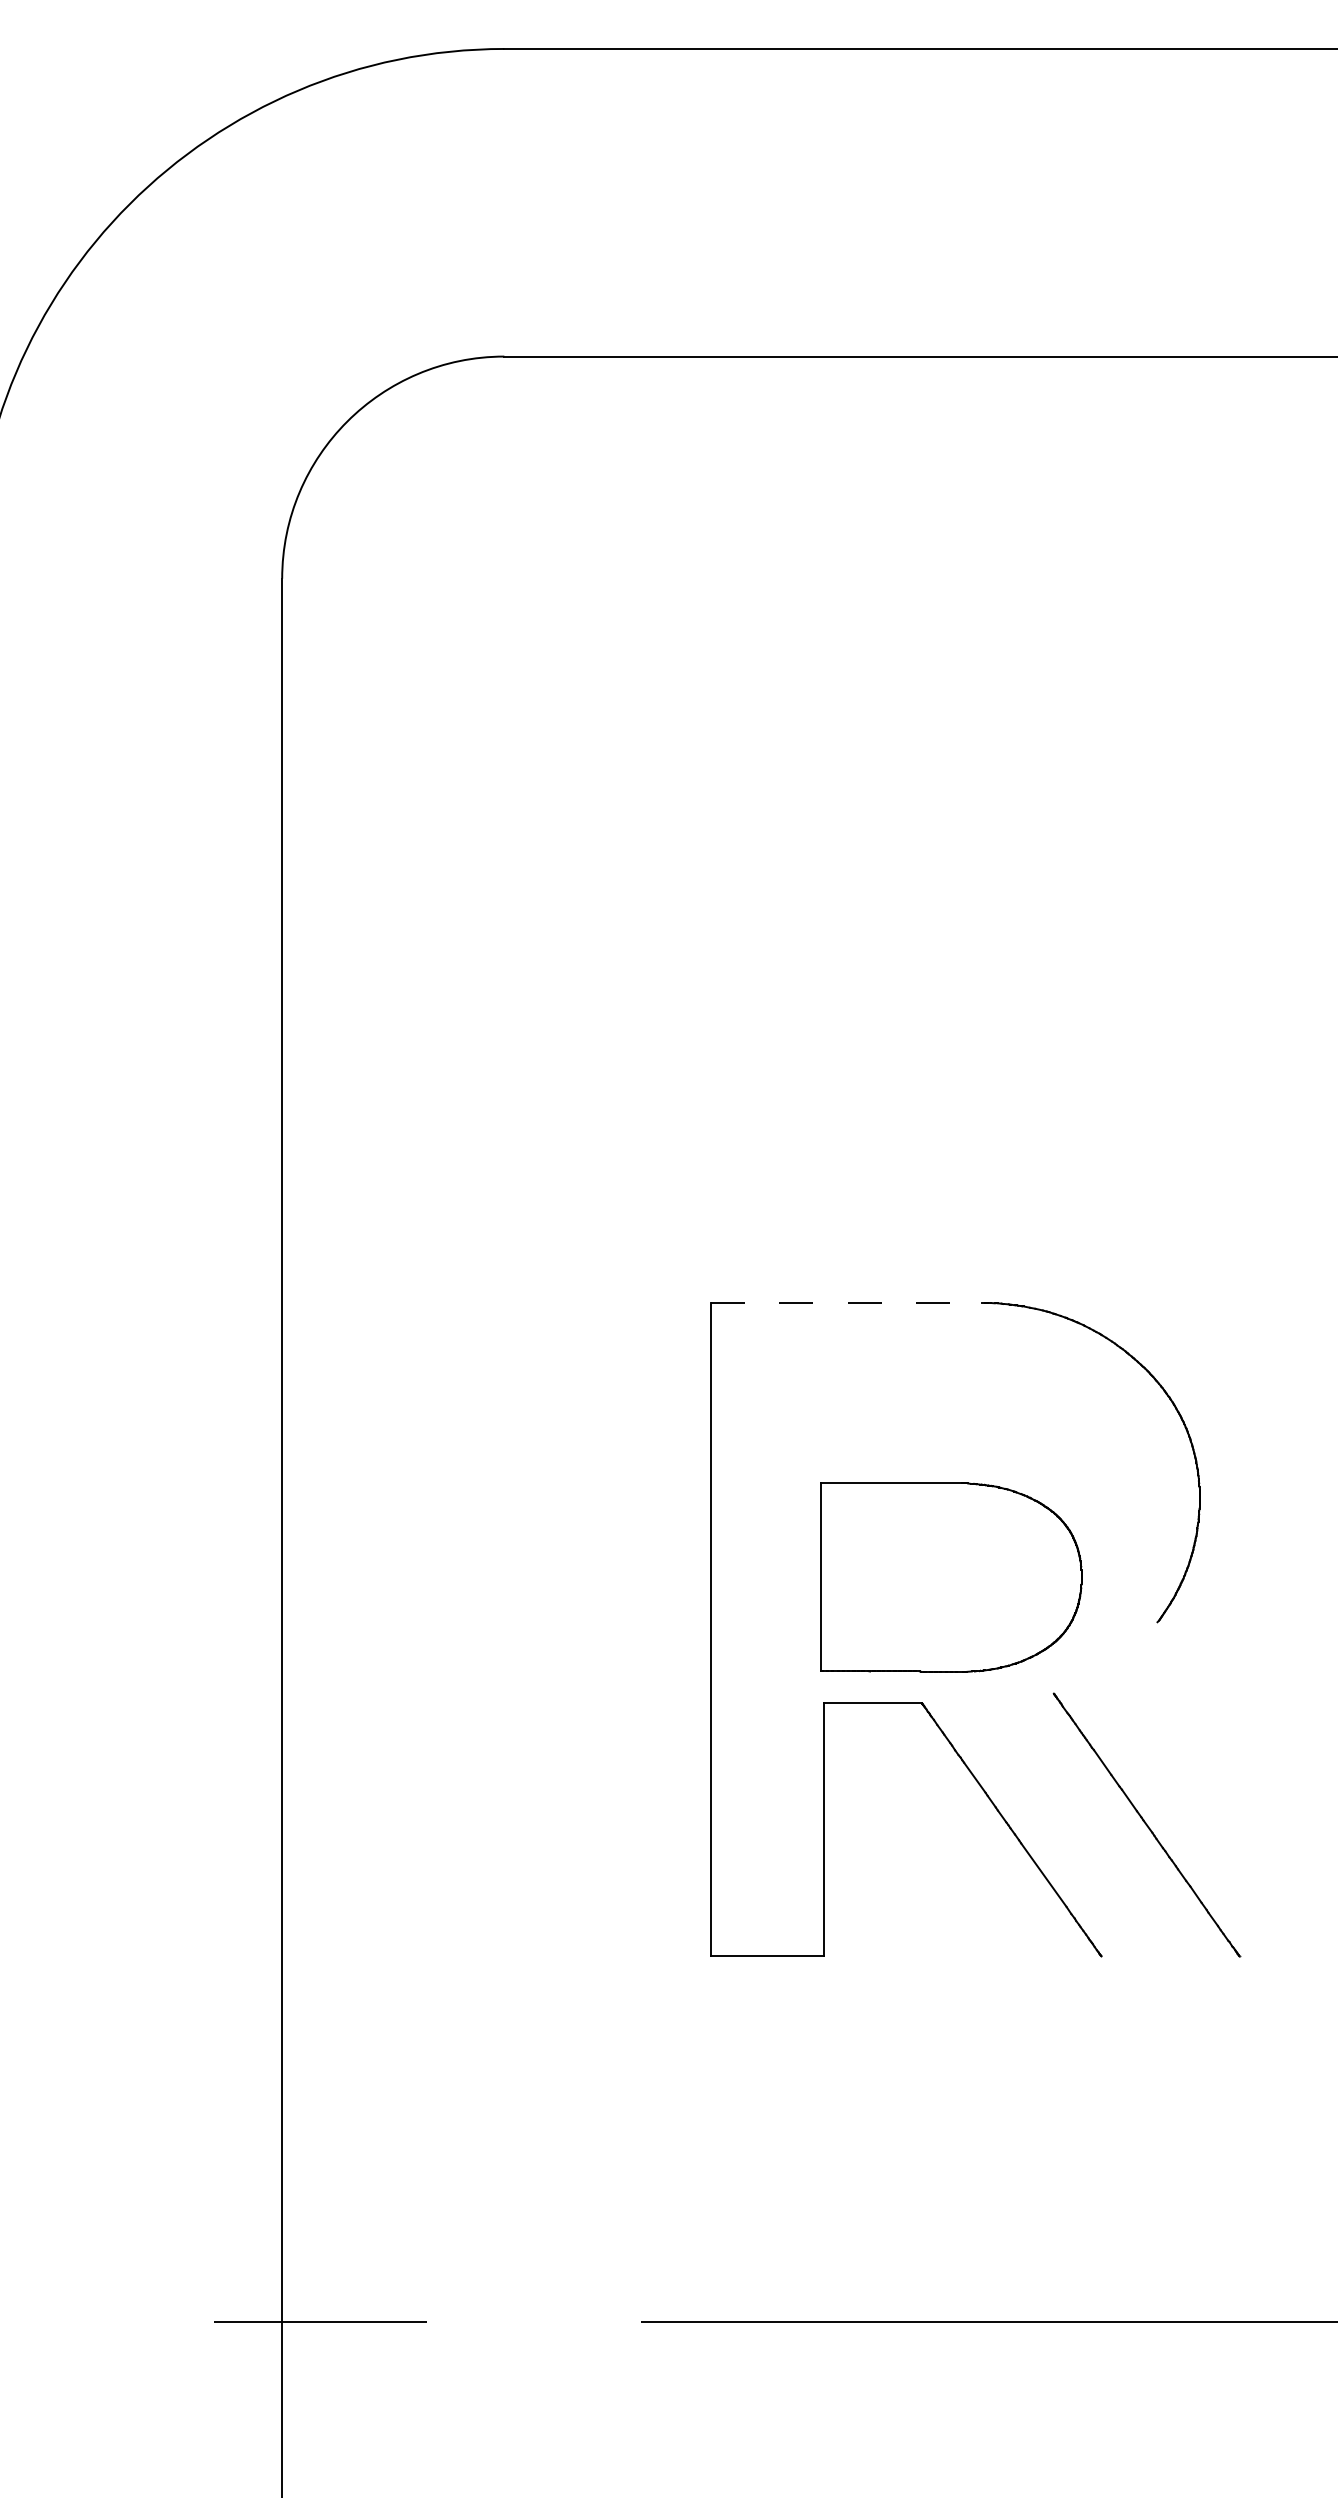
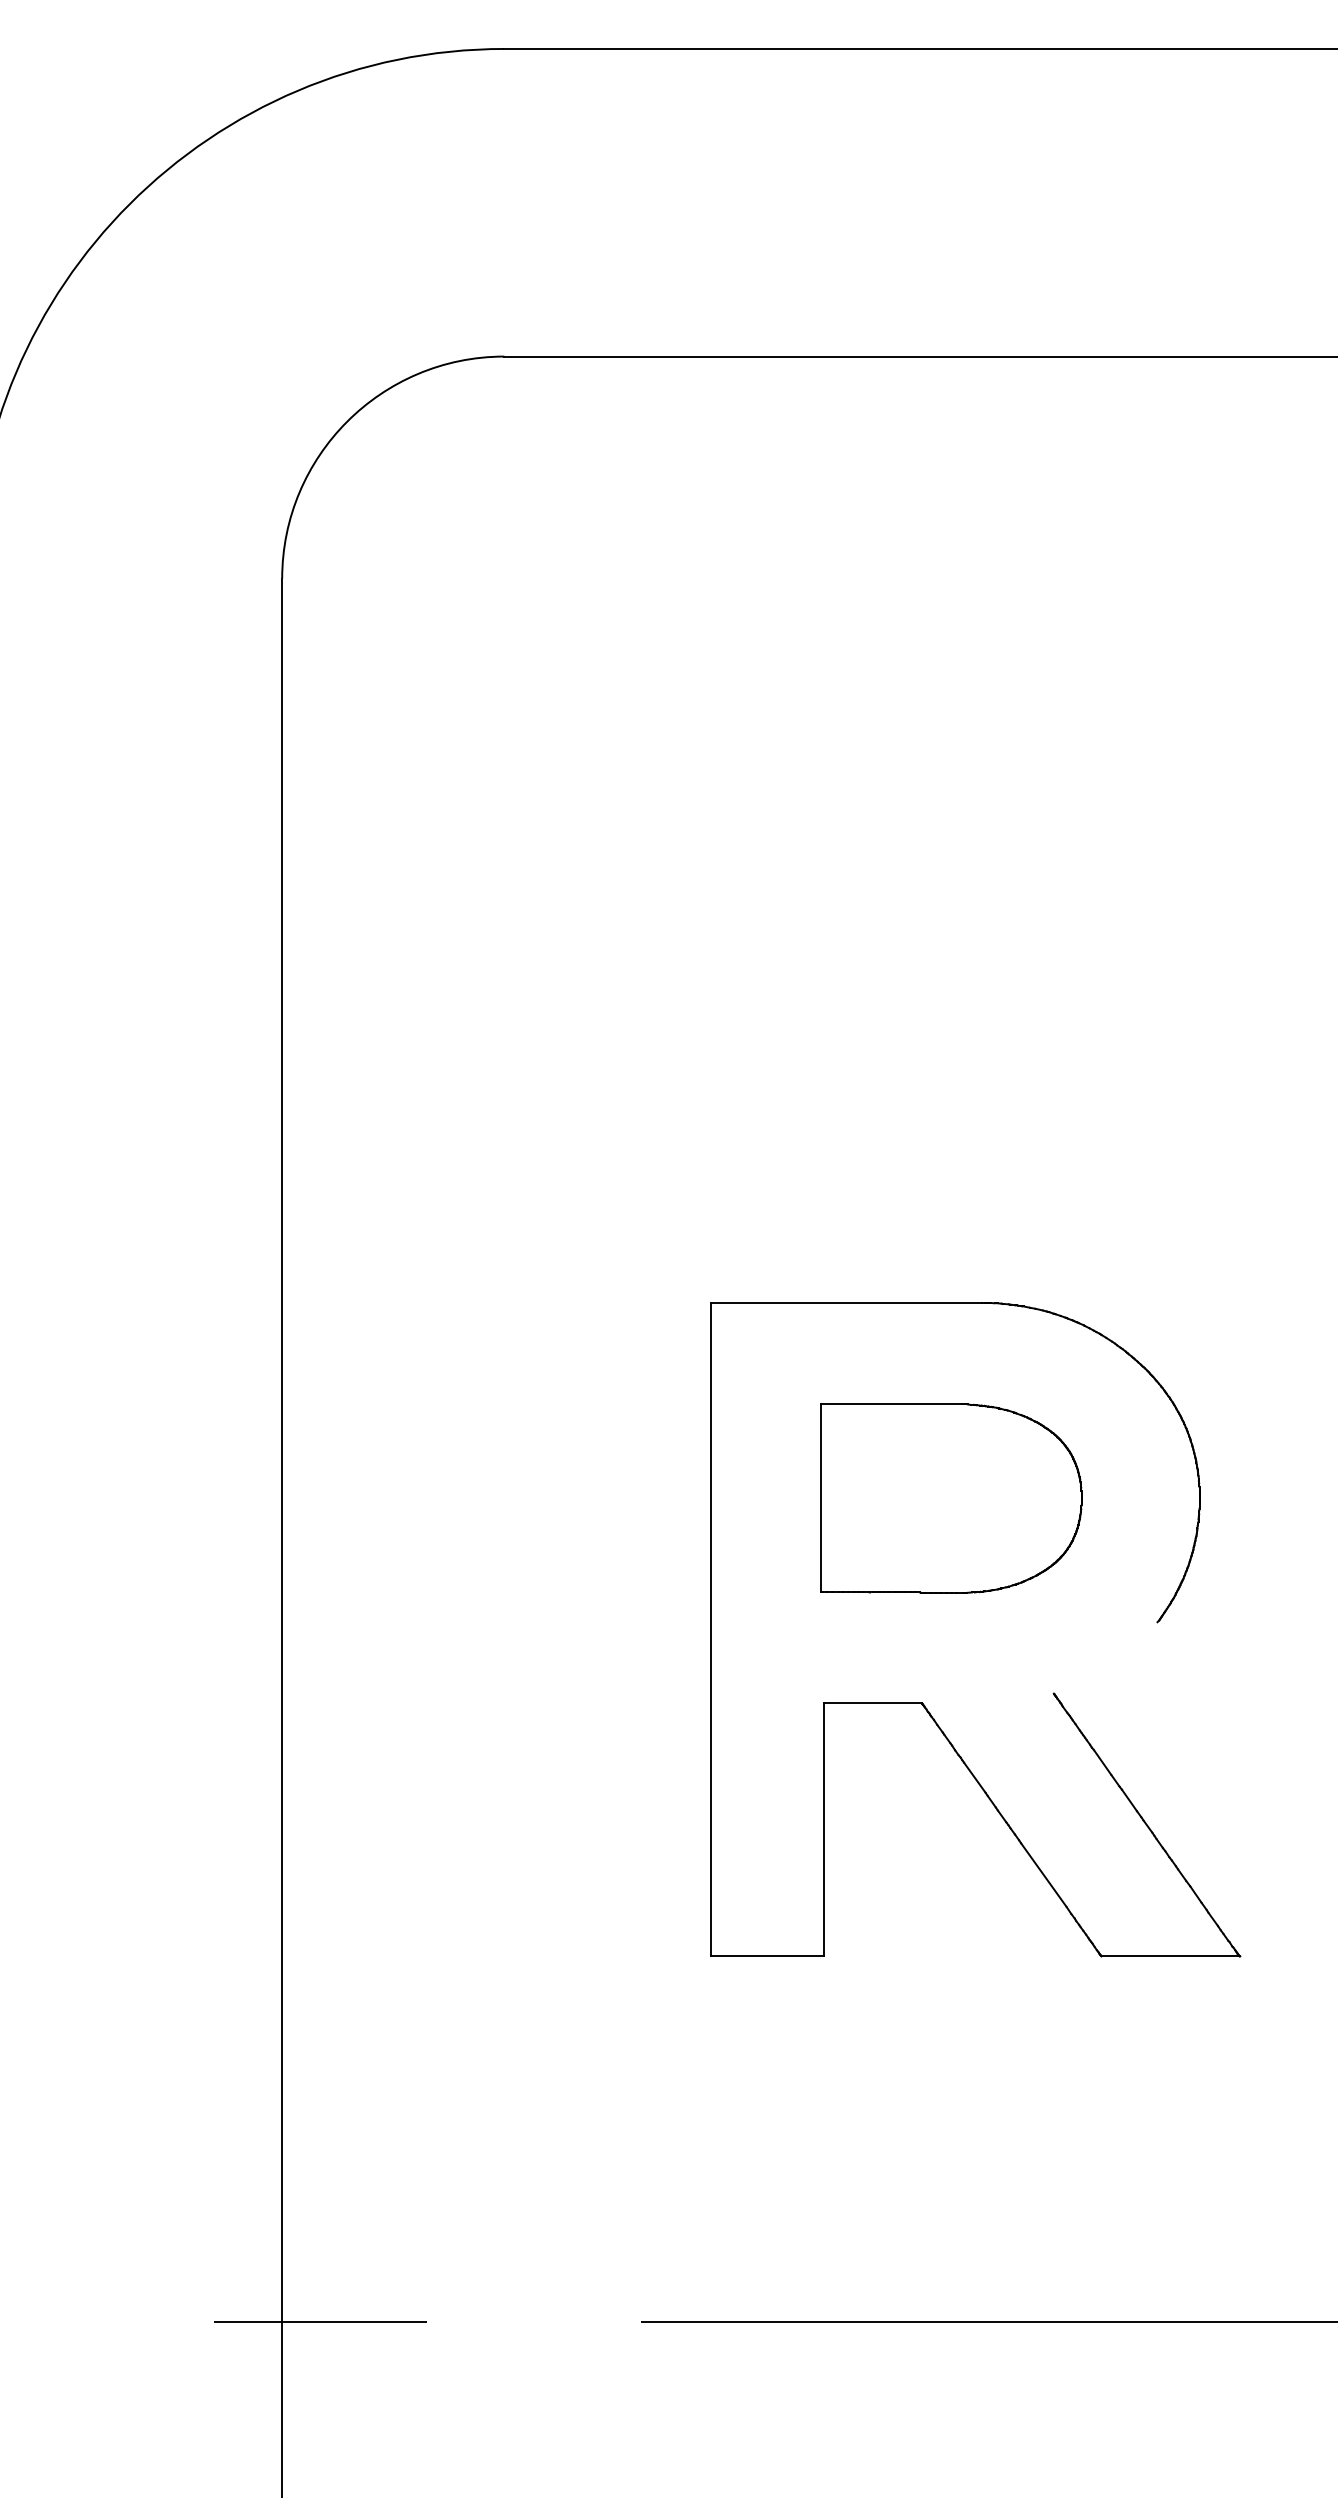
line at (846, 1302): dashed -> solid
part at (951, 1577) position: (951, 1577) -> (951, 1498)
line at (1170, 1956): none -> present
